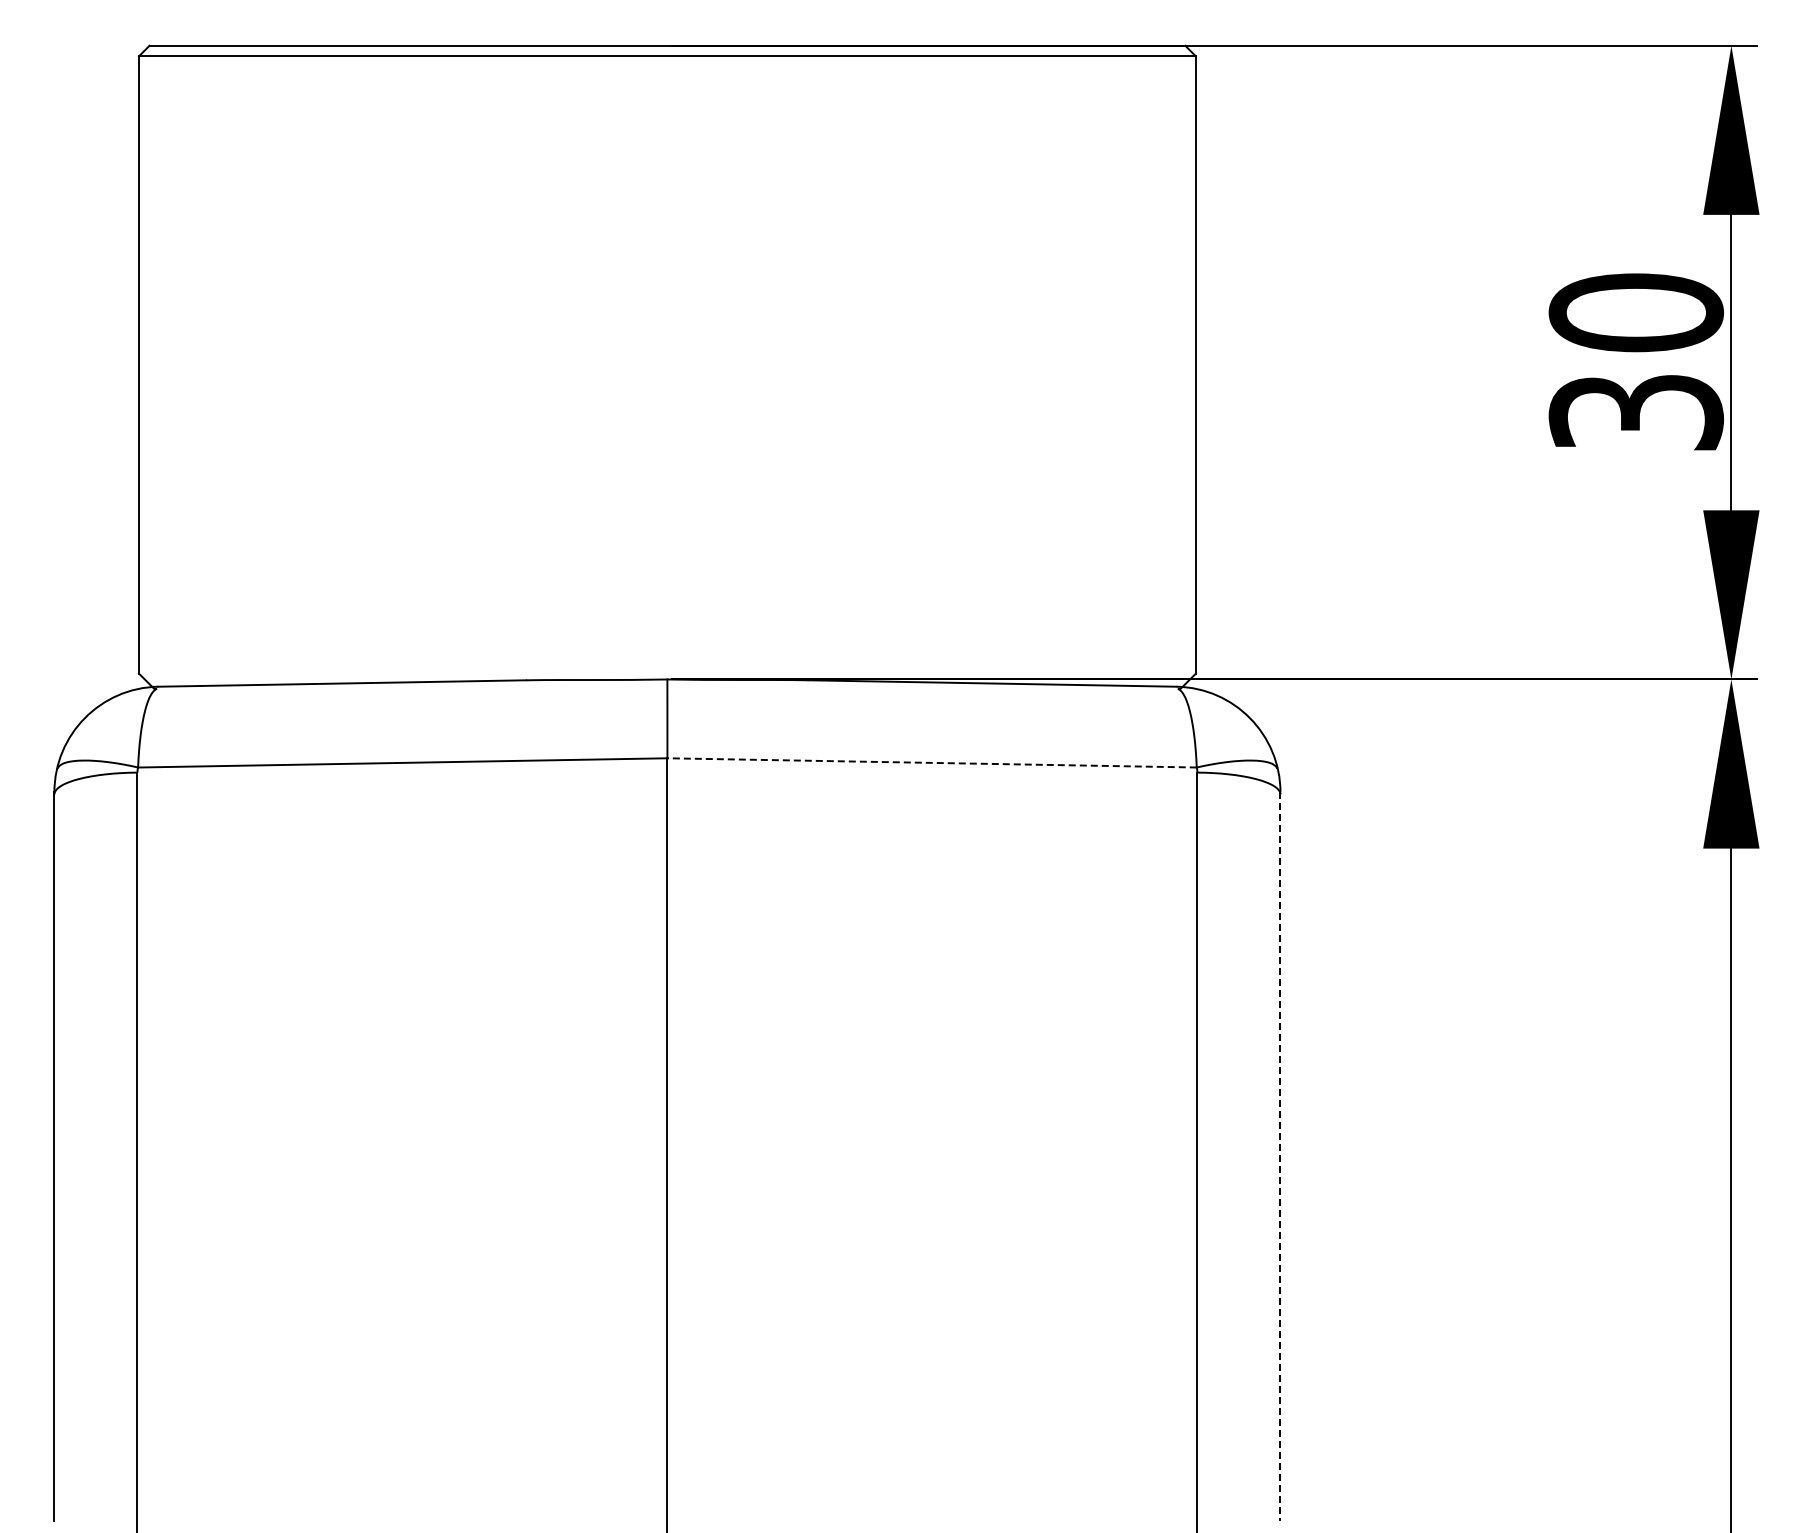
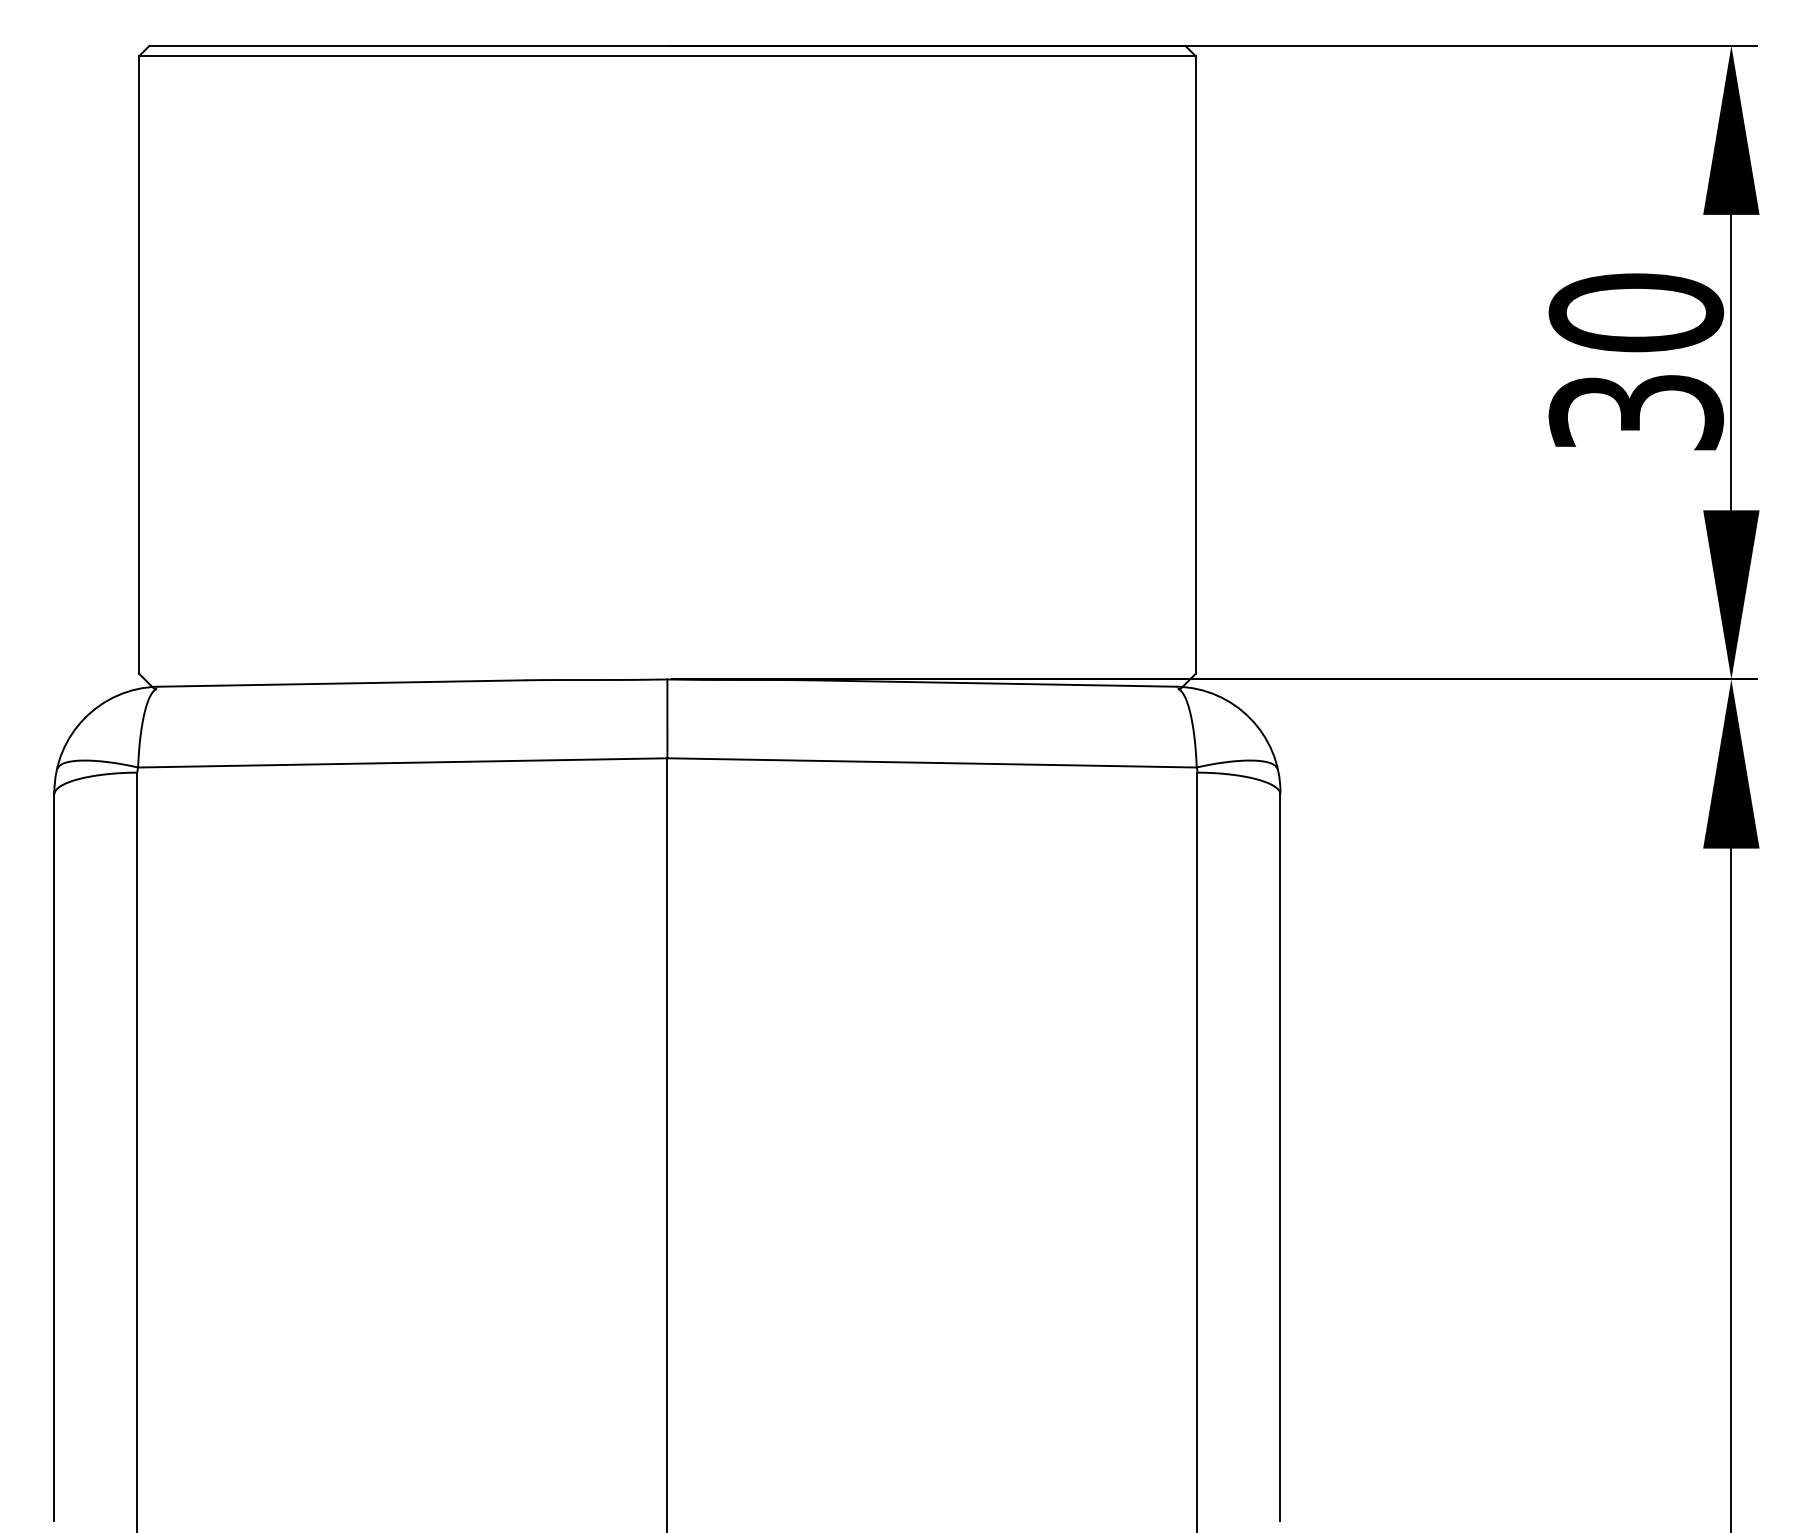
line at (932, 762): dashed -> solid
line at (1280, 1157): dashed -> solid
